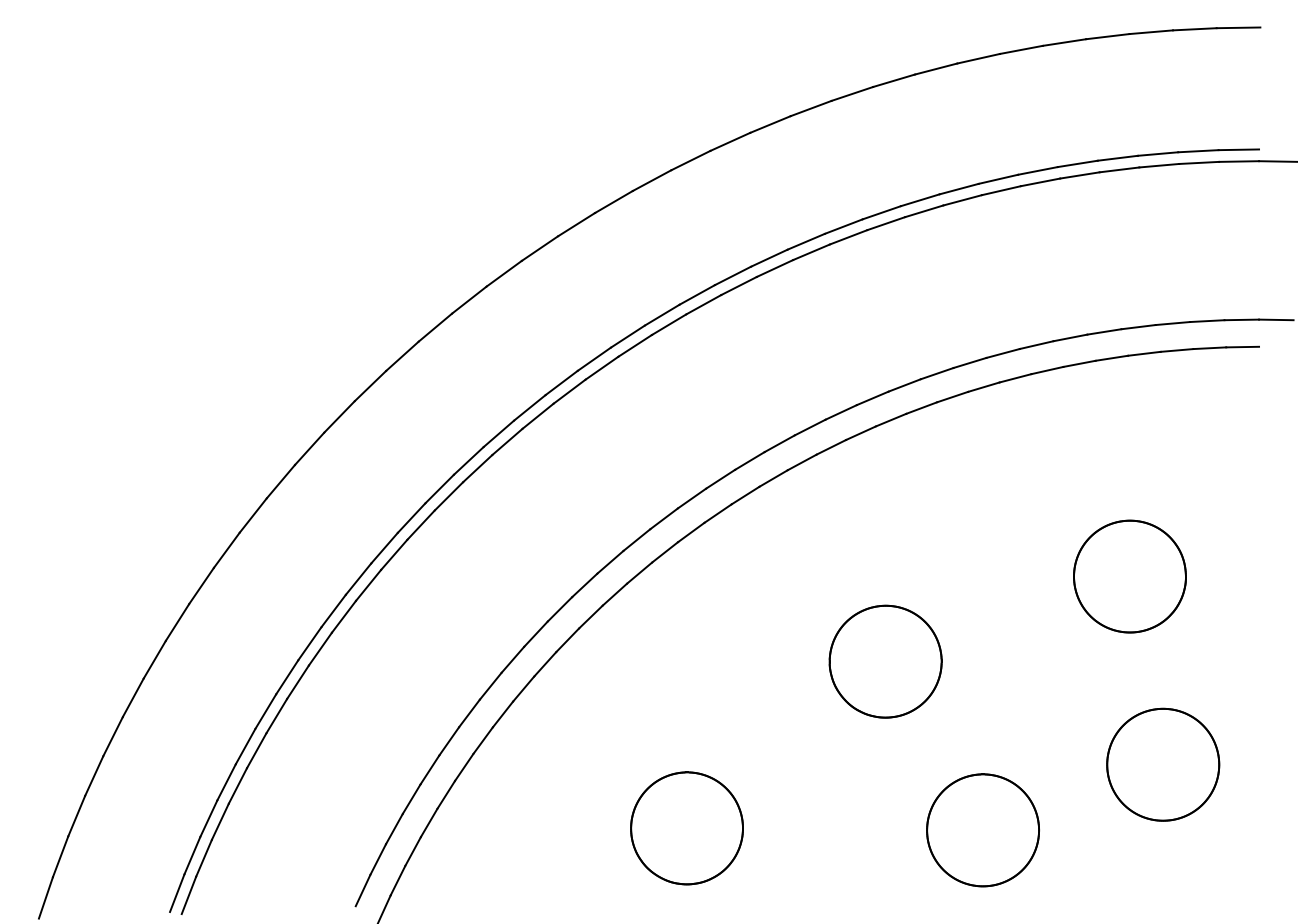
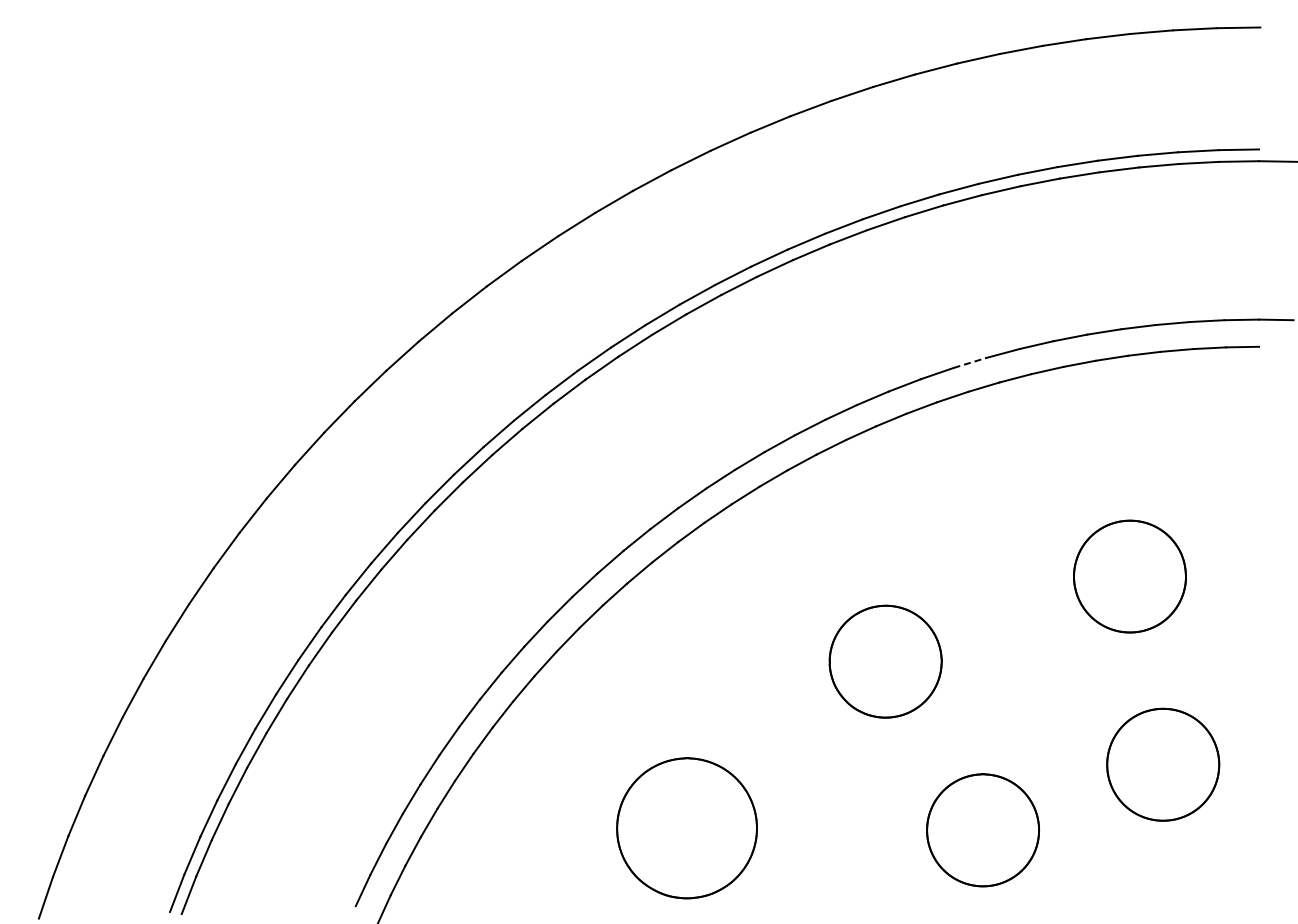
line at (970, 362): solid -> dashed
part at (686, 828) size: 114x115 px -> 142x143 px
